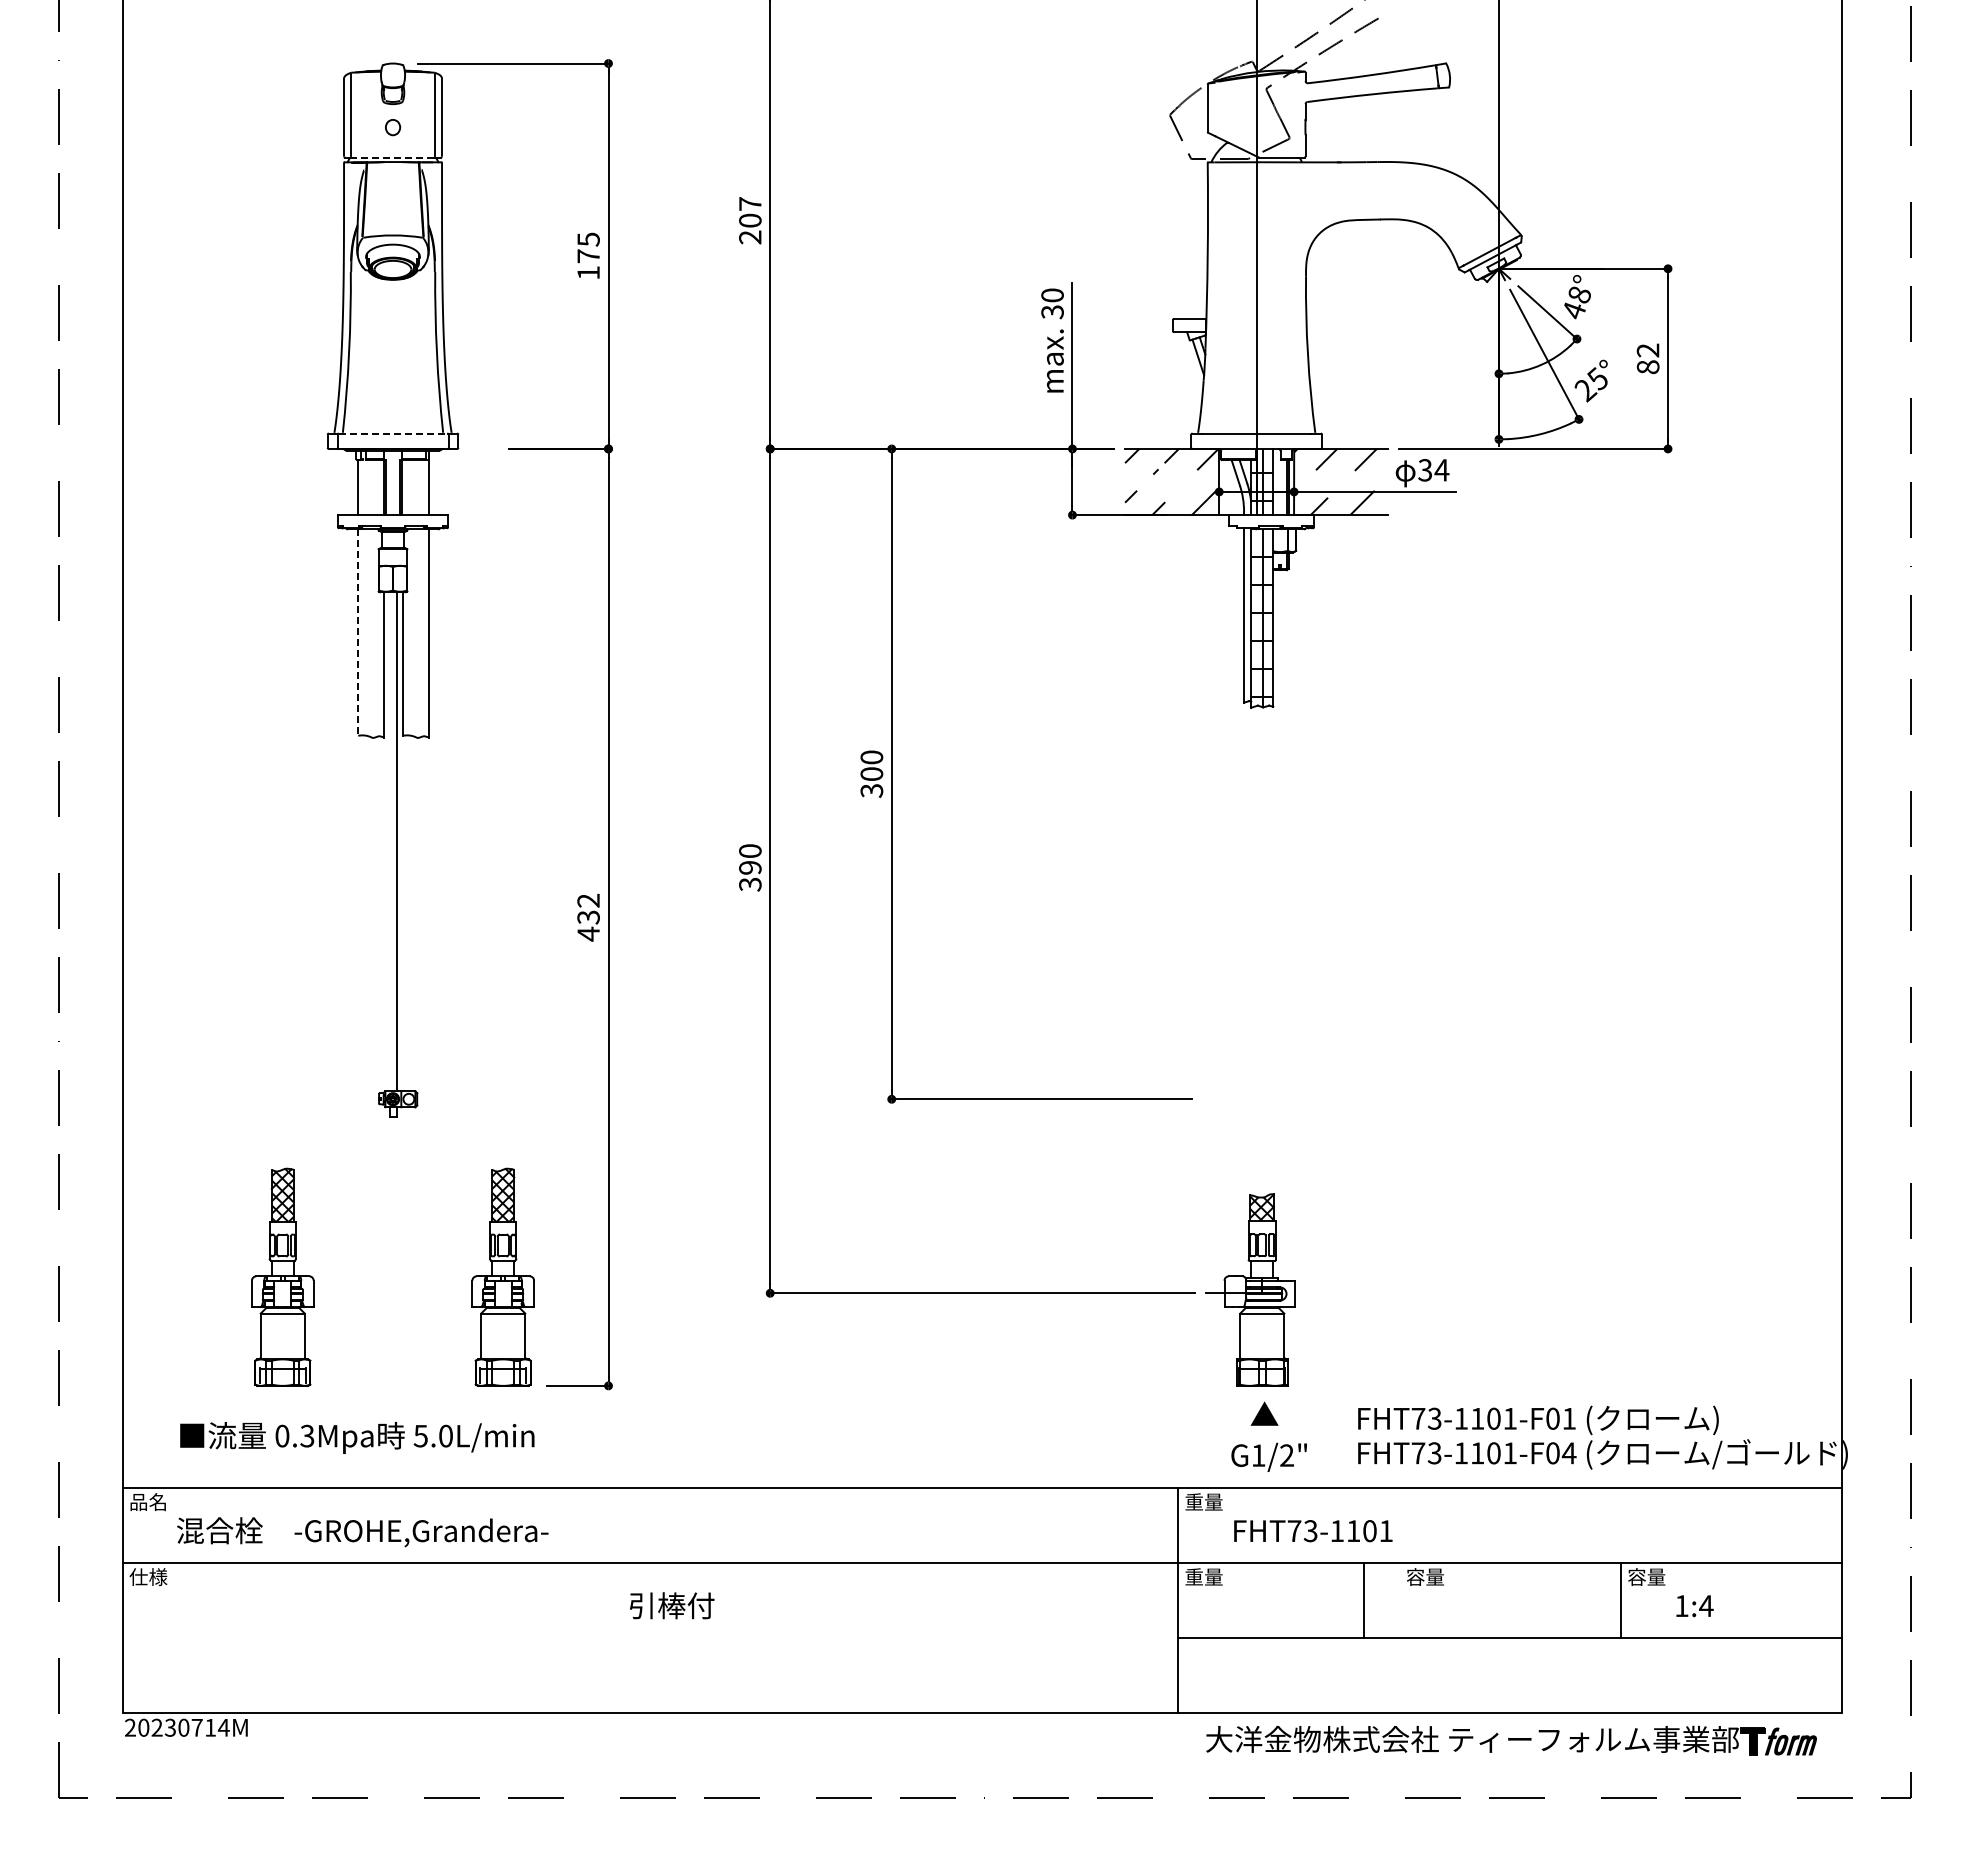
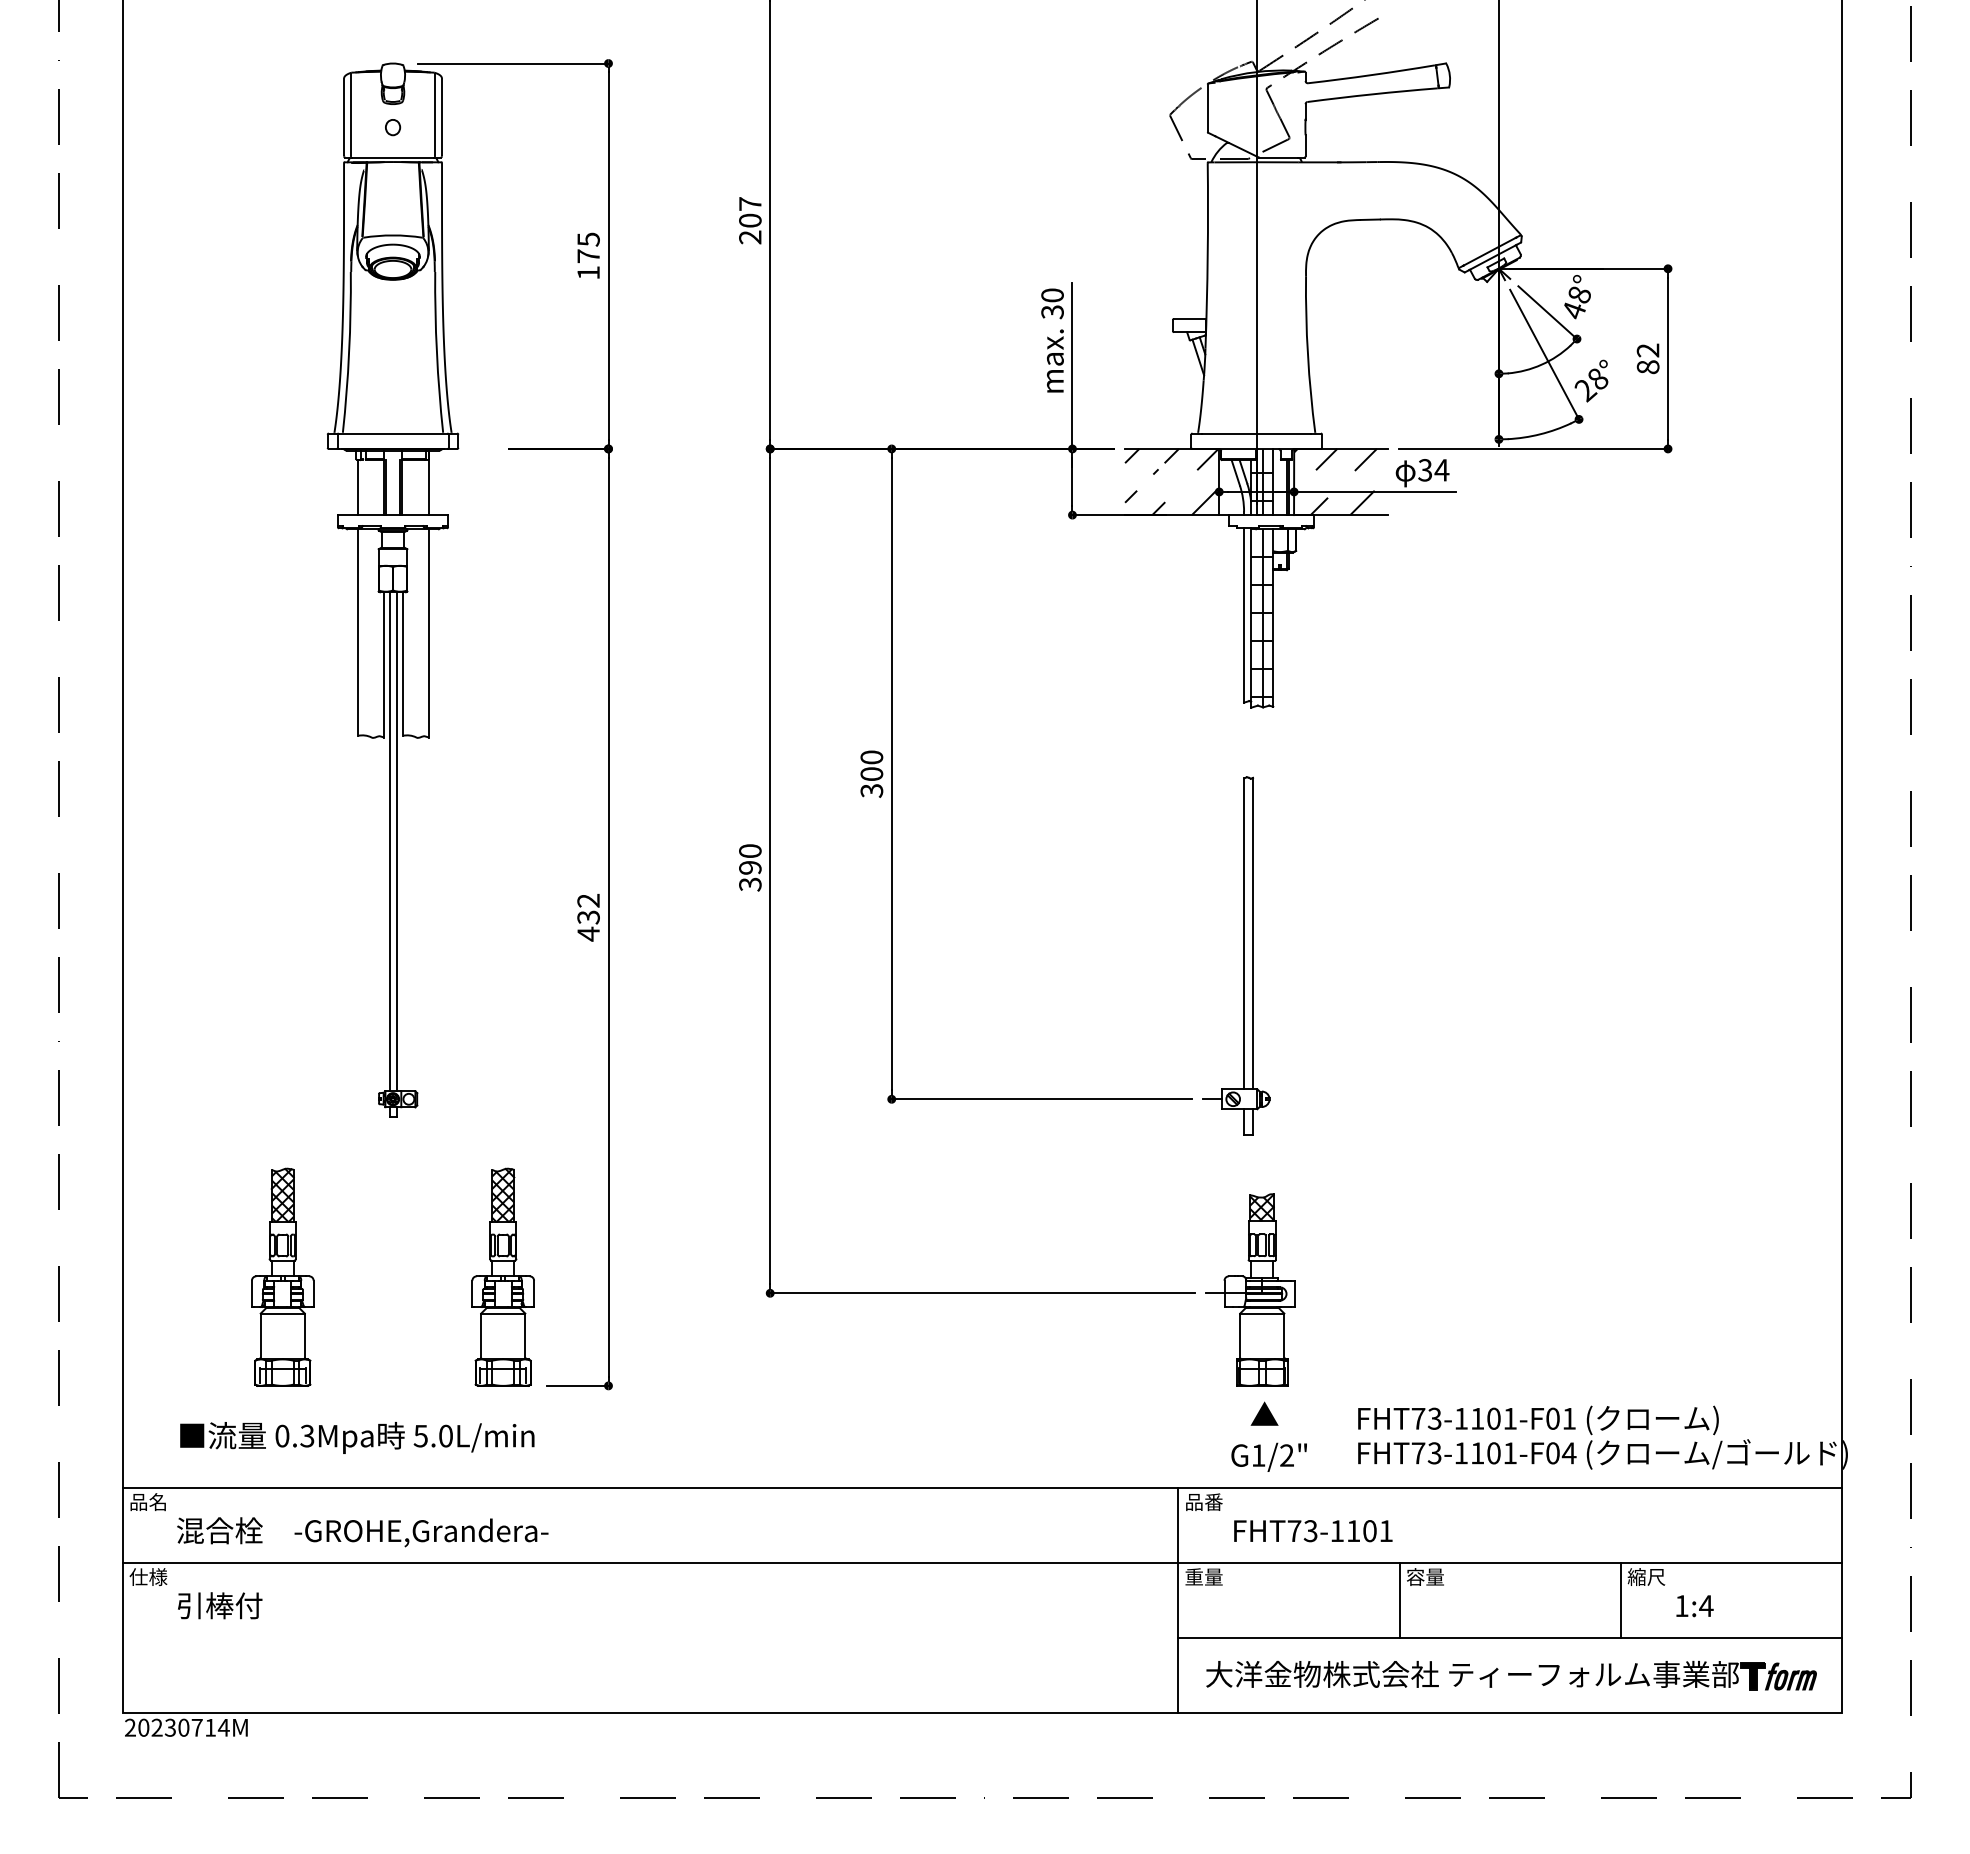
line at (393, 157): dashed -> solid
text at (1597, 378): 25° -> 28°
line at (393, 433): dashed -> solid
line at (358, 633): dashed -> solid
line at (389, 841): none -> present
part at (1243, 955): none -> present
text at (1203, 1502): 重量 -> 品番
text at (1646, 1576): 容量 -> 縮尺
line at (1363, 1599) position: (1363, 1599) -> (1399, 1599)
text at (672, 1605) position: (672, 1605) -> (220, 1605)
part at (1511, 1740) position: (1511, 1740) -> (1511, 1675)
